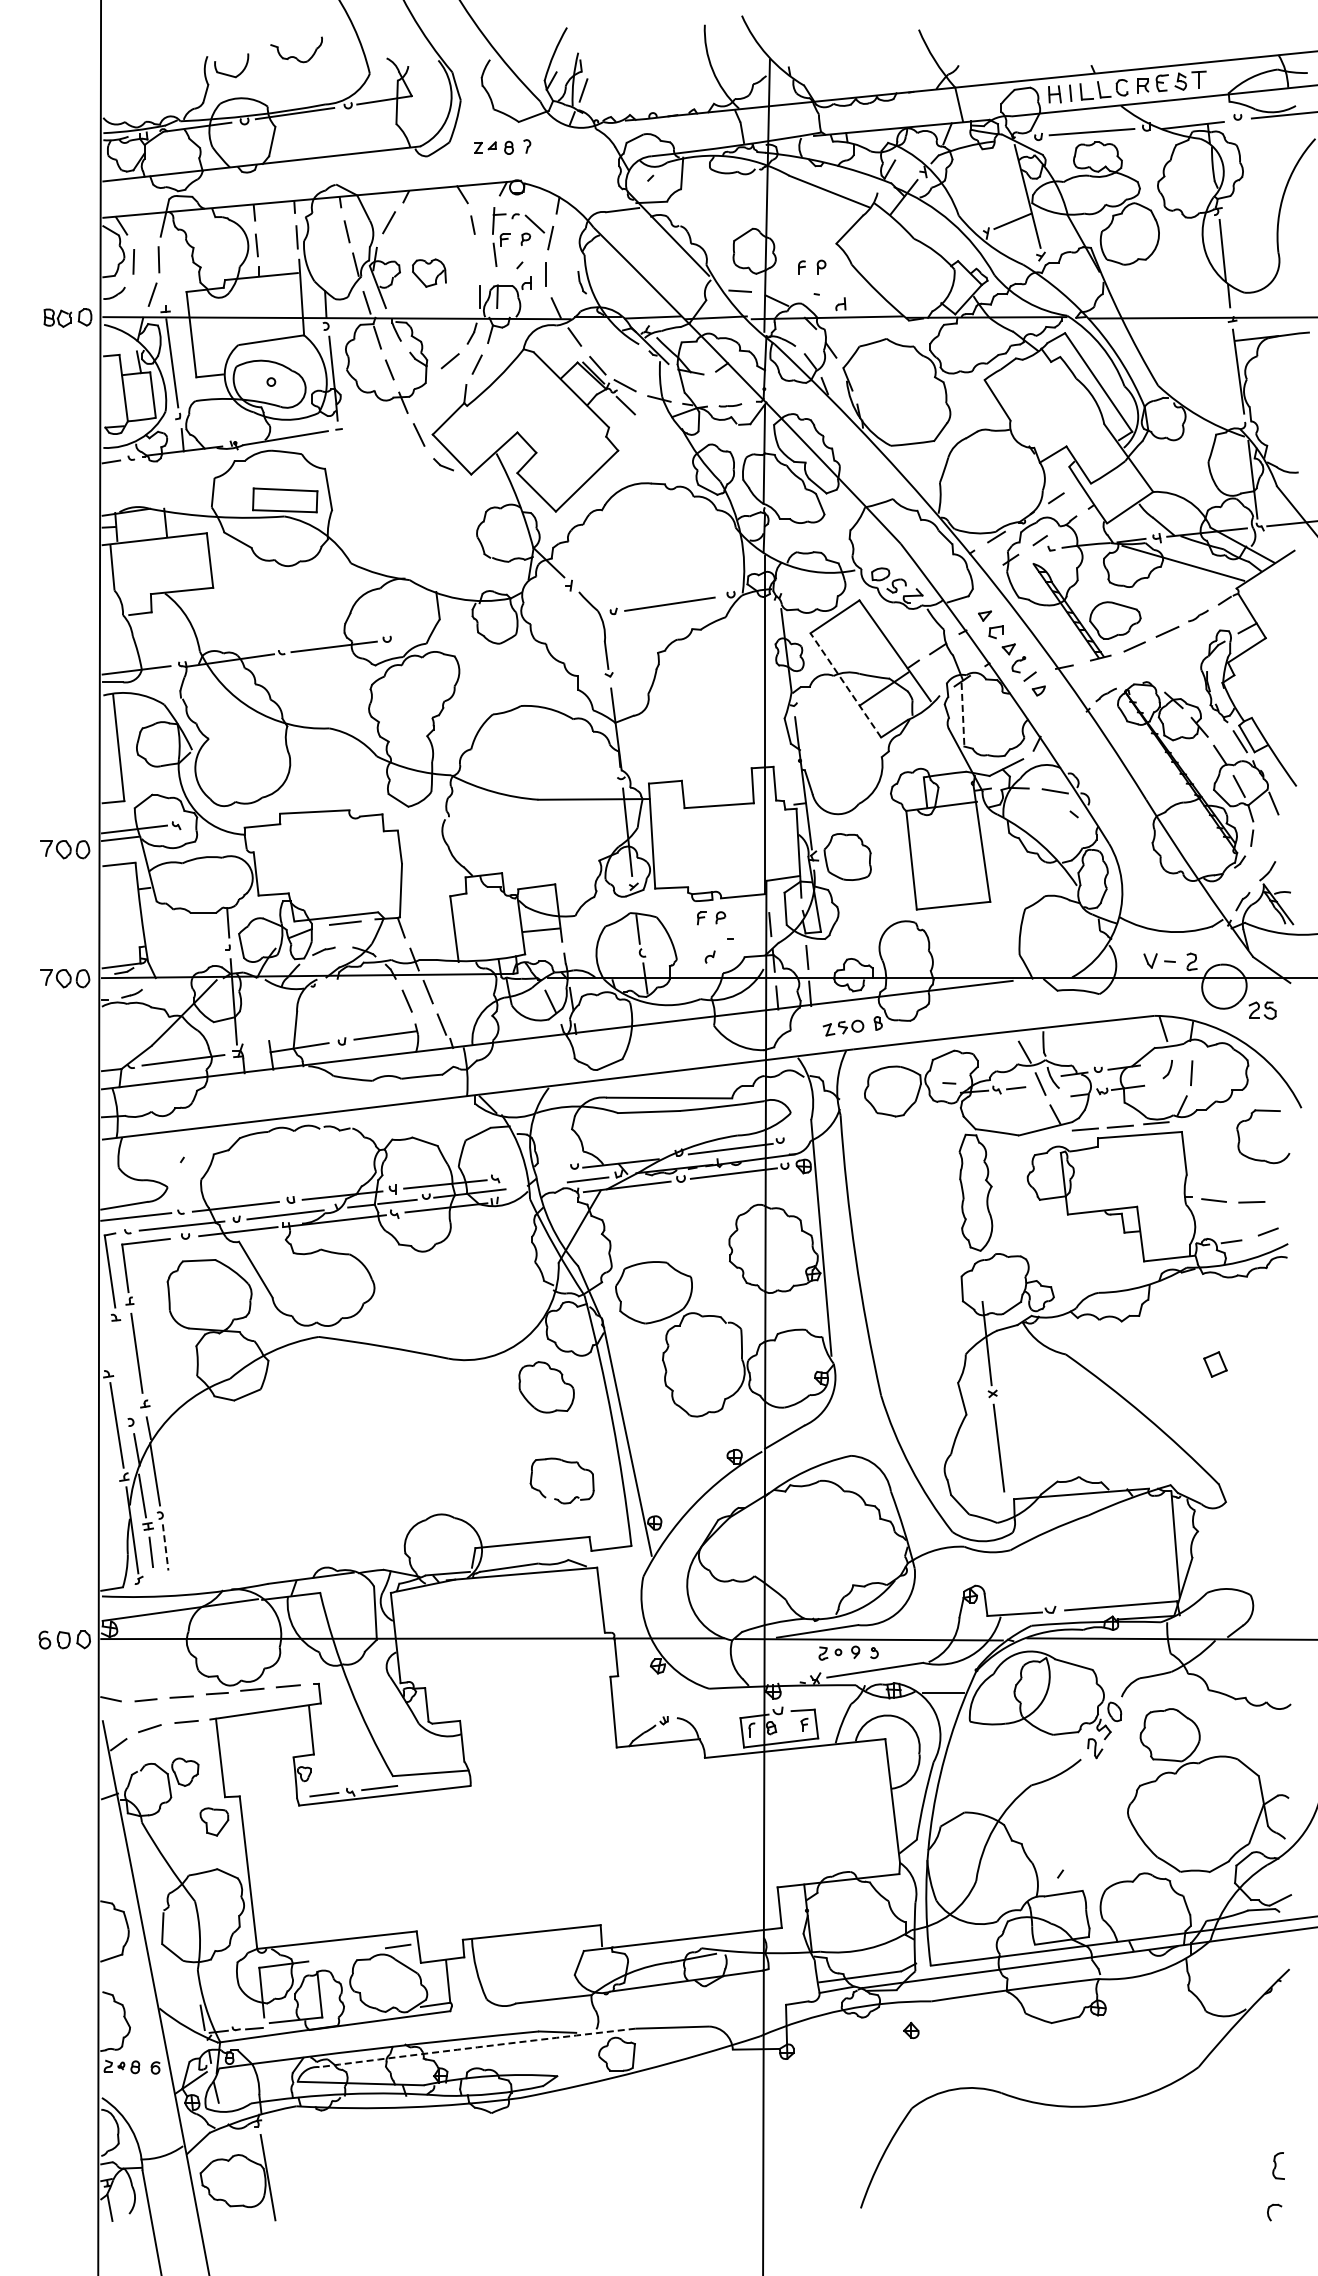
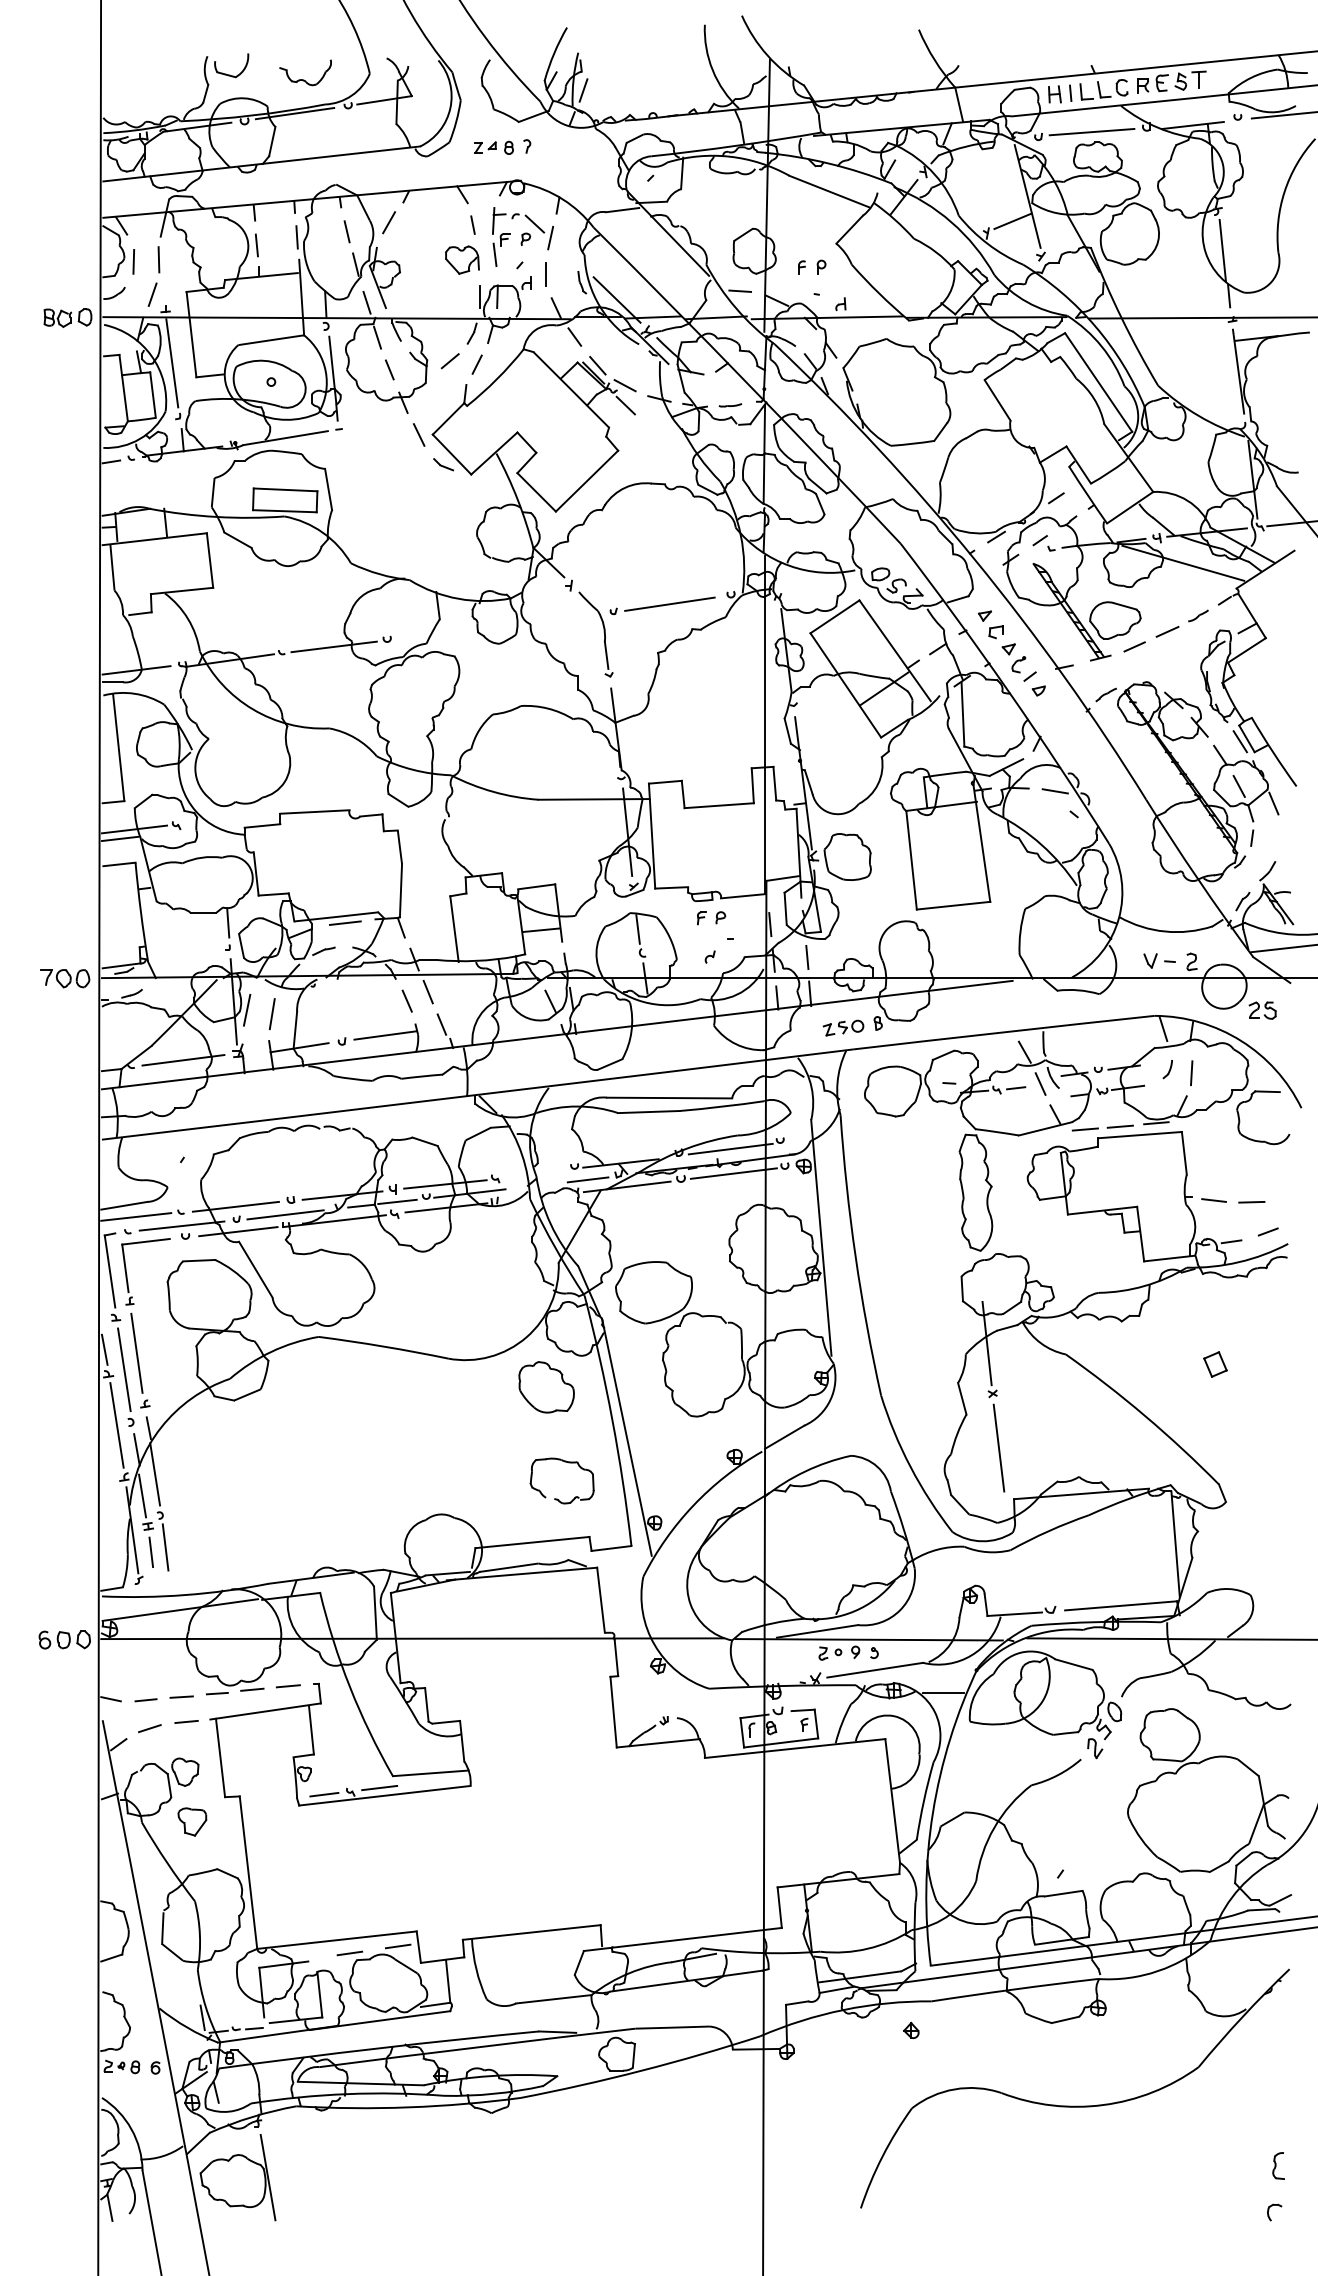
part at (295, 56) position: (295, 56) -> (304, 79)
part at (429, 272) position: (429, 272) -> (462, 259)
line at (616, 299): none -> present
line at (845, 685): dashed -> solid
line at (962, 714): dashed -> solid
part at (65, 849): present -> none
line at (1282, 948): none -> present
line at (246, 1009): none -> present
line at (271, 1014): none -> present
part at (1249, 1120) position: (1249, 1120) -> (1249, 1101)
line at (104, 1349): none -> present
line at (124, 1369): none -> present
line at (165, 1547): dashed -> solid
part at (214, 1821) position: (214, 1821) -> (192, 1821)
line at (349, 1953): none -> present
arc at (477, 2047): dashed -> solid
